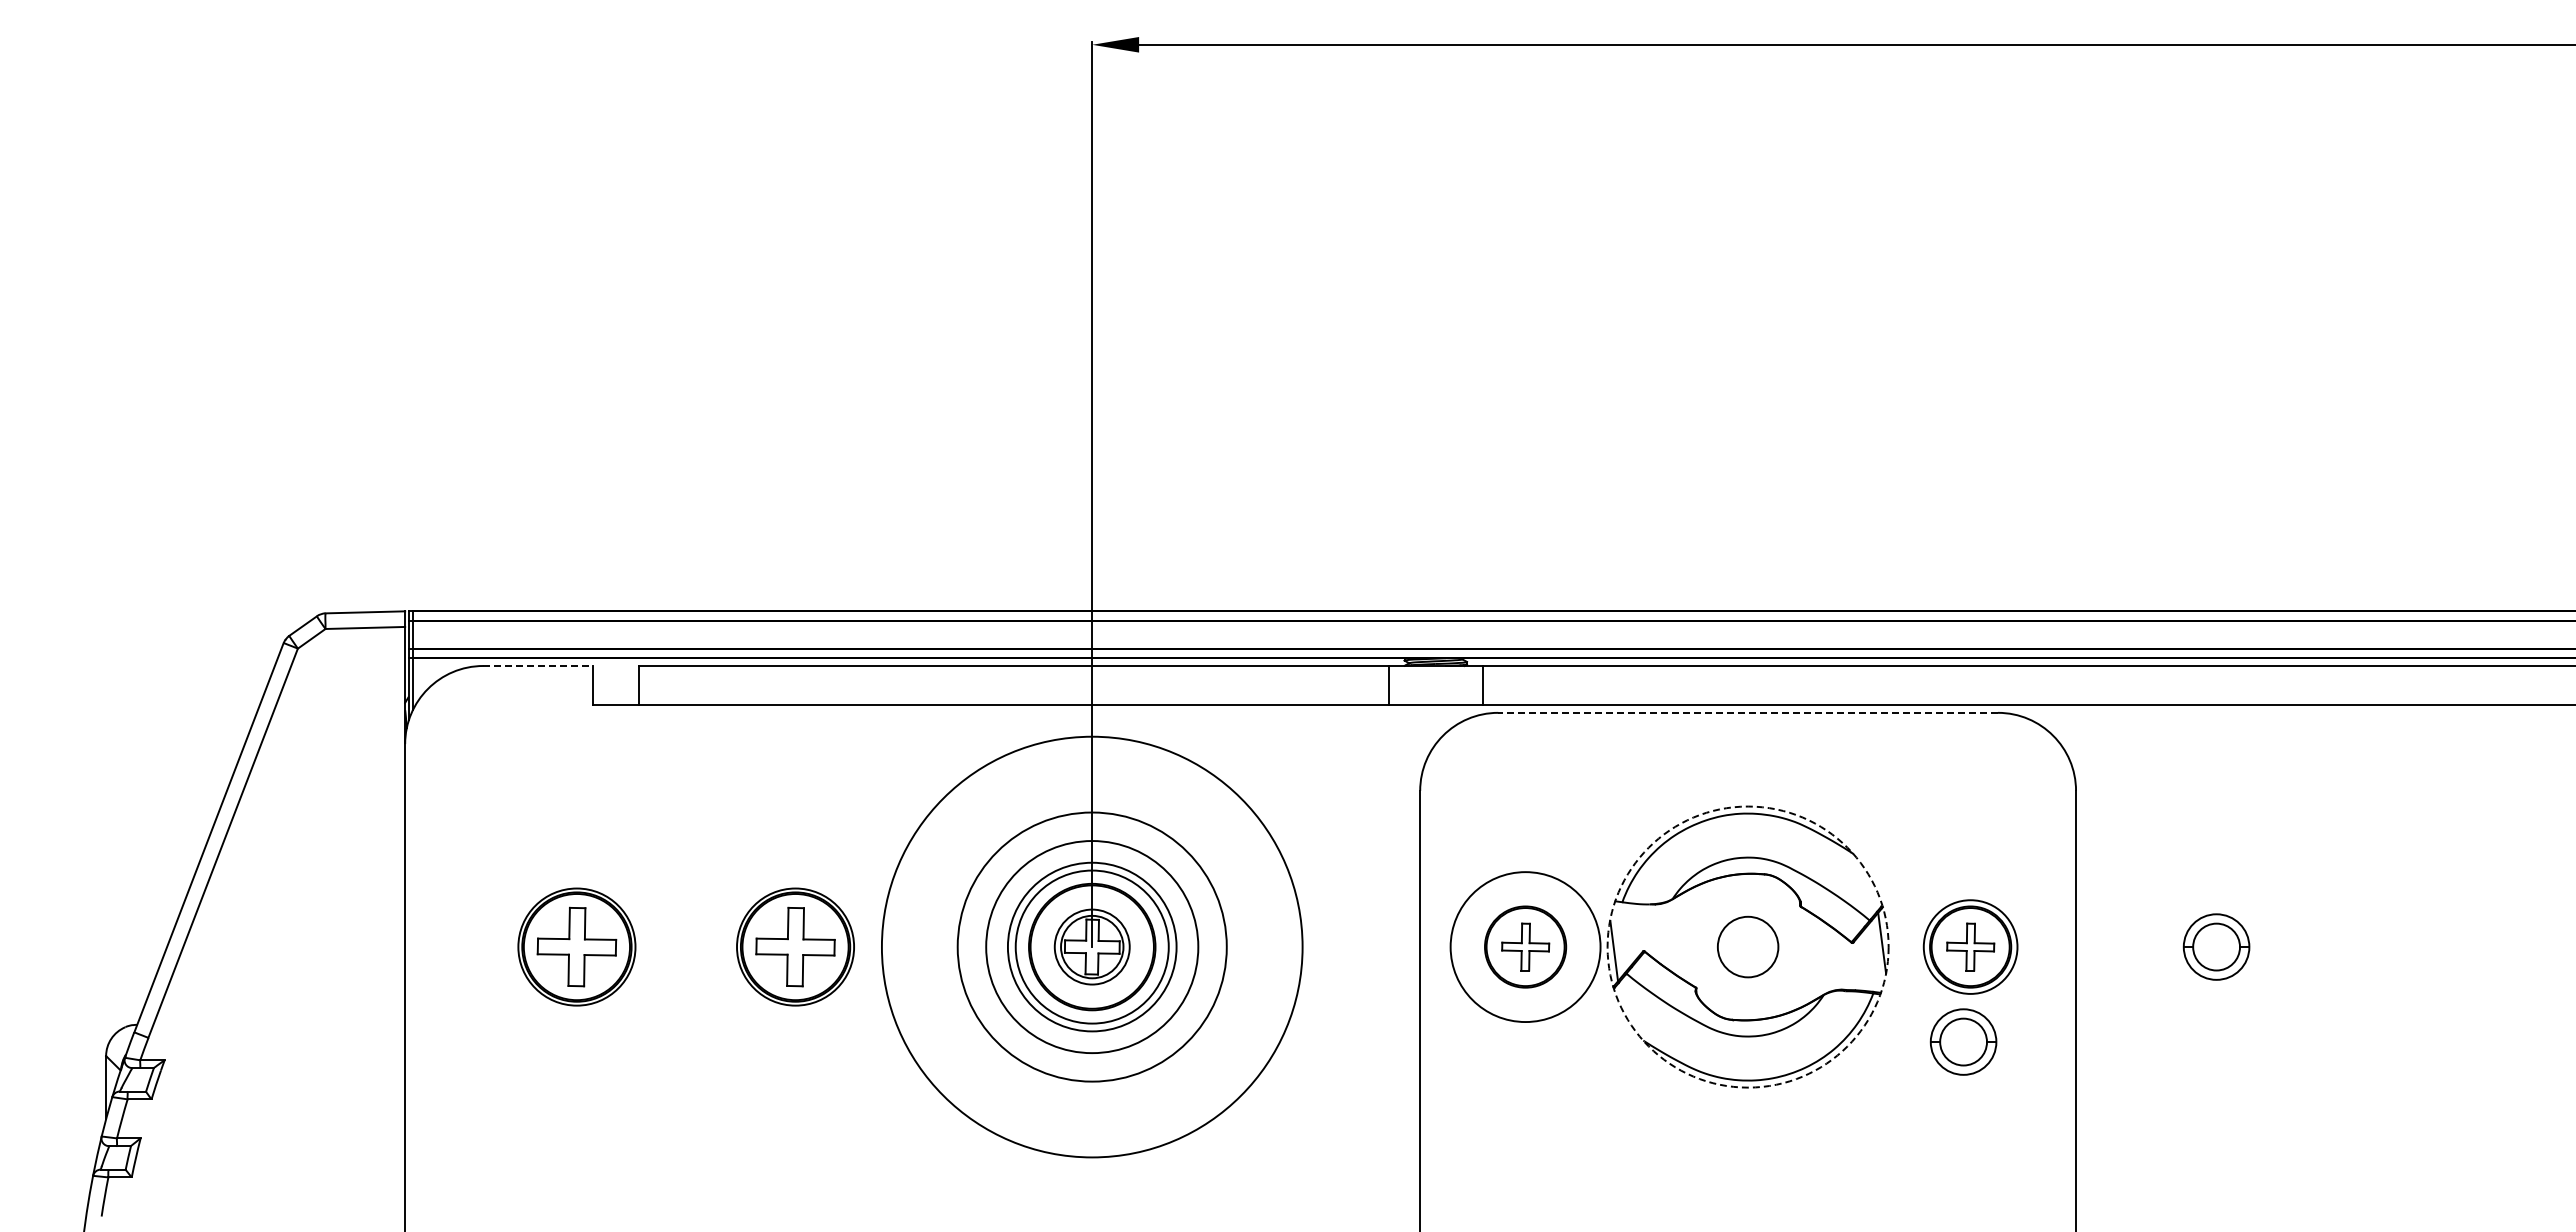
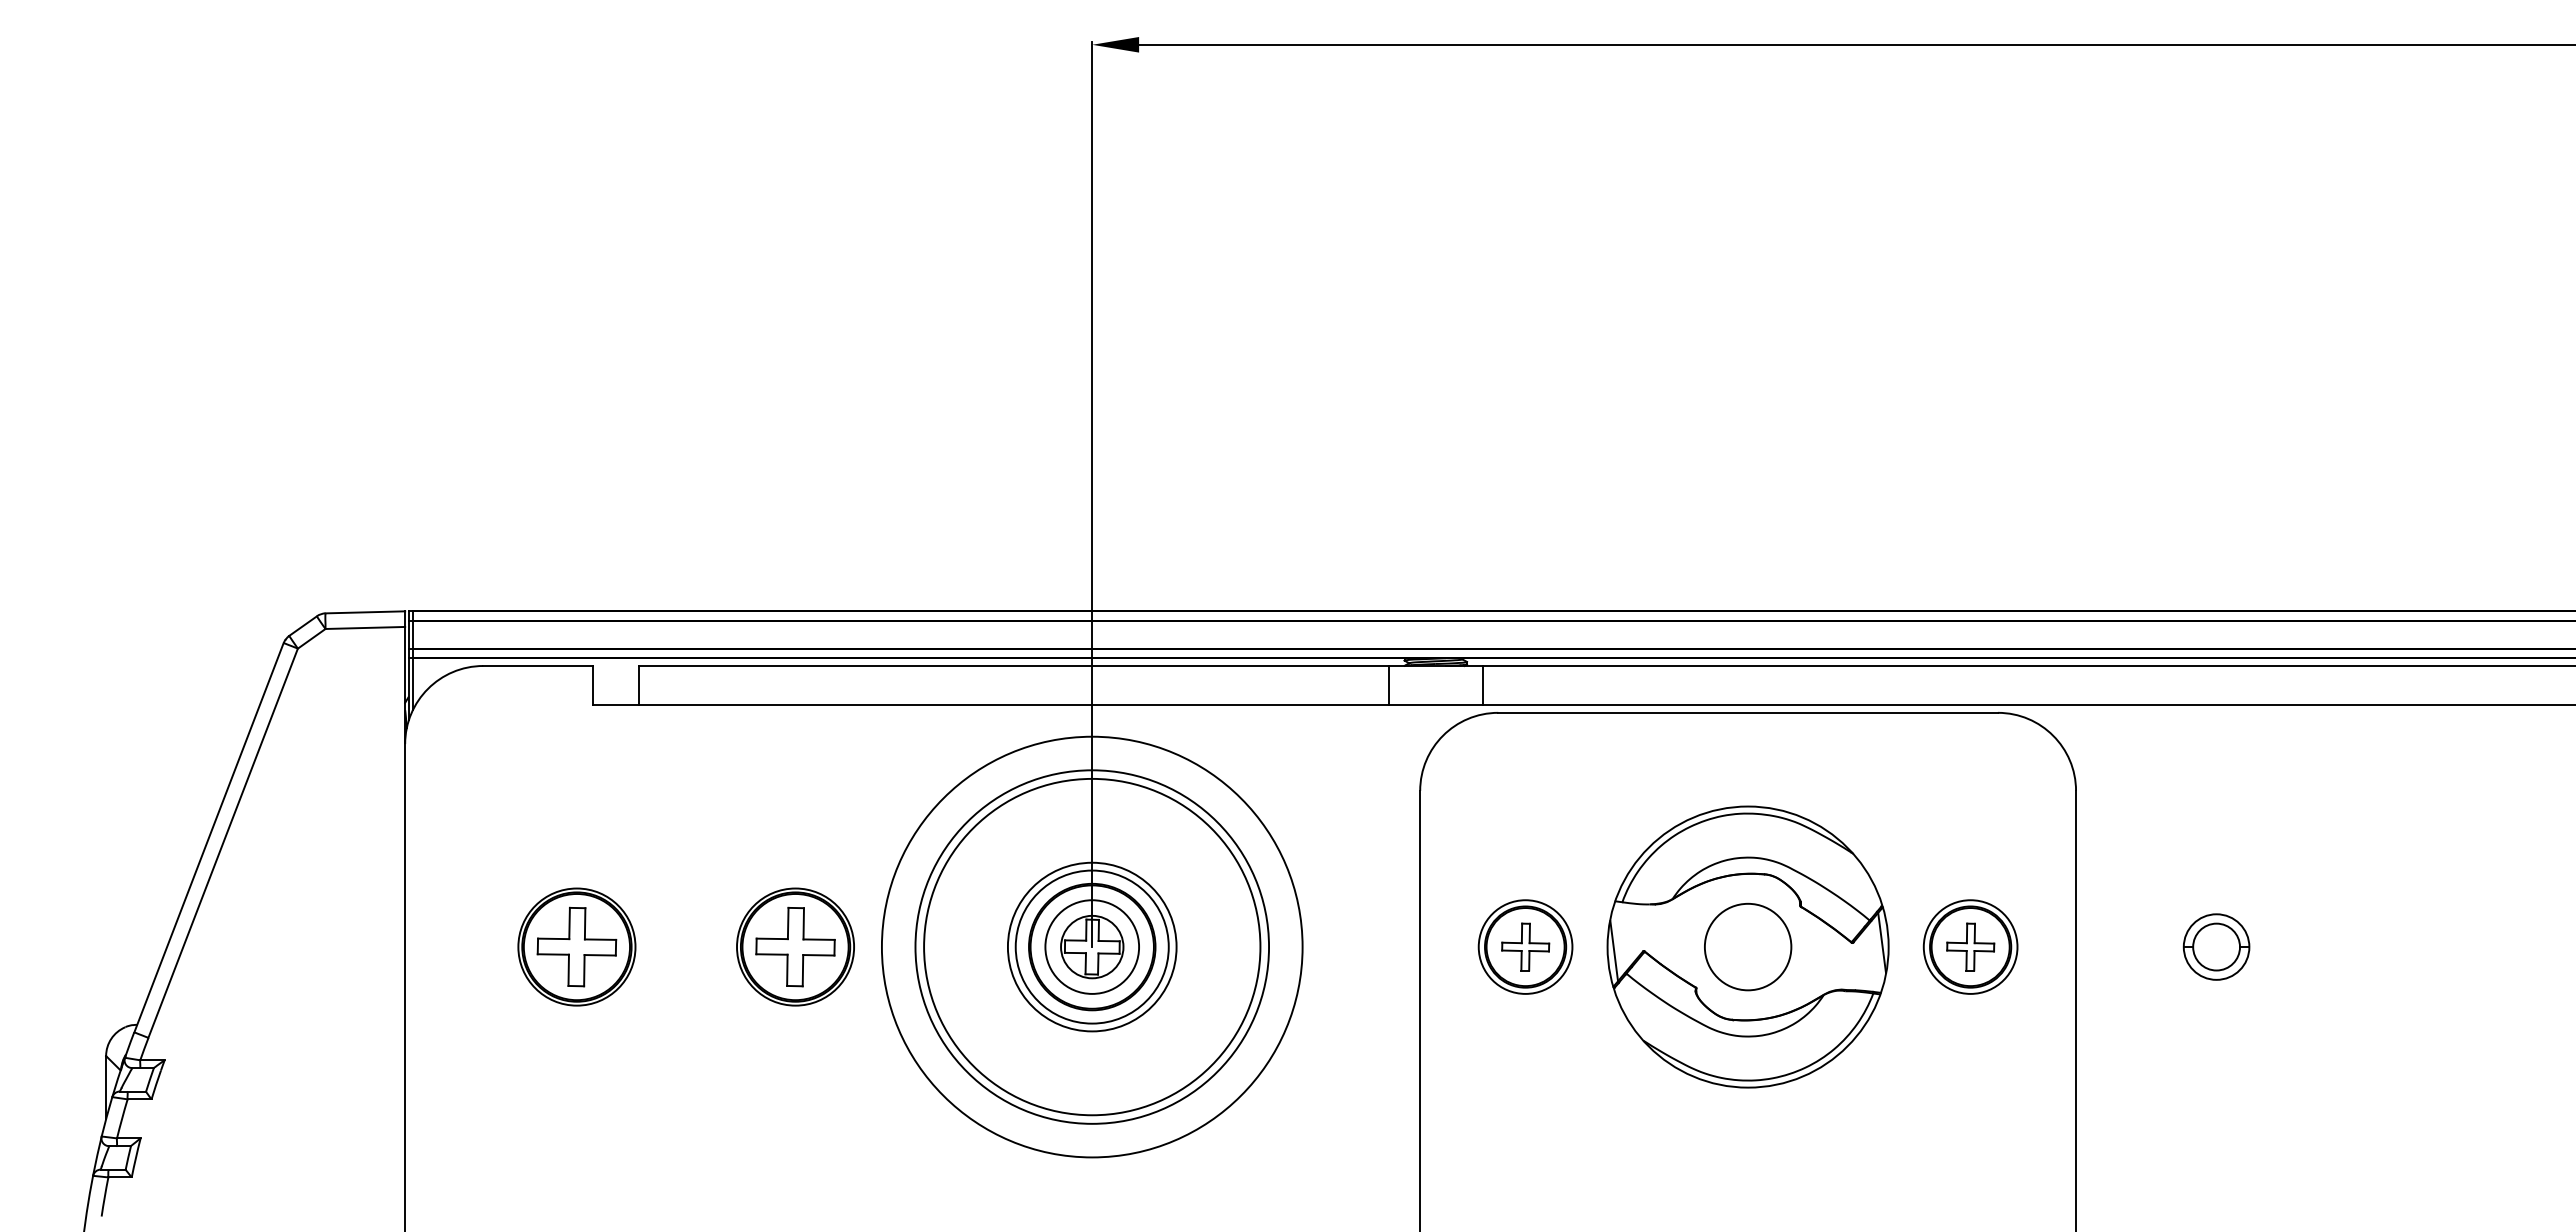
line at (537, 666): dashed -> solid
line at (1748, 712): dashed -> solid
circle at (1091, 946) diameter: 269 px -> 336 px
circle at (1091, 946) diameter: 75 px -> 94 px
circle at (1747, 946) diameter: 61 px -> 87 px
circle at (1747, 946): dashed -> solid
circle at (1092, 947) diameter: 212 px -> 354 px
circle at (1525, 947) diameter: 150 px -> 94 px
part at (1963, 1041): present -> none
